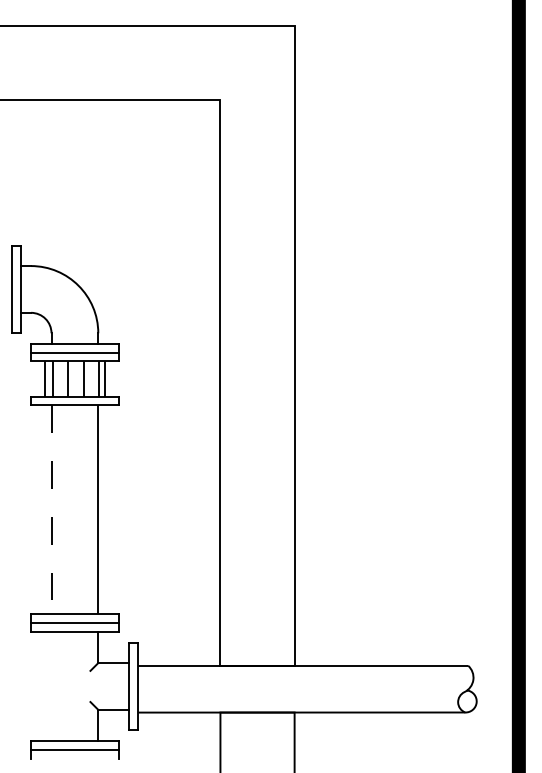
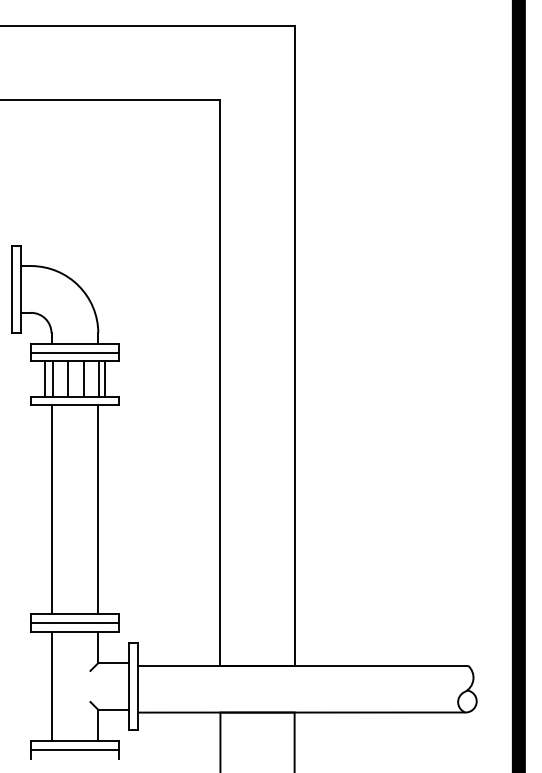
line at (51, 509): dashed -> solid
line at (51, 686): none -> present
